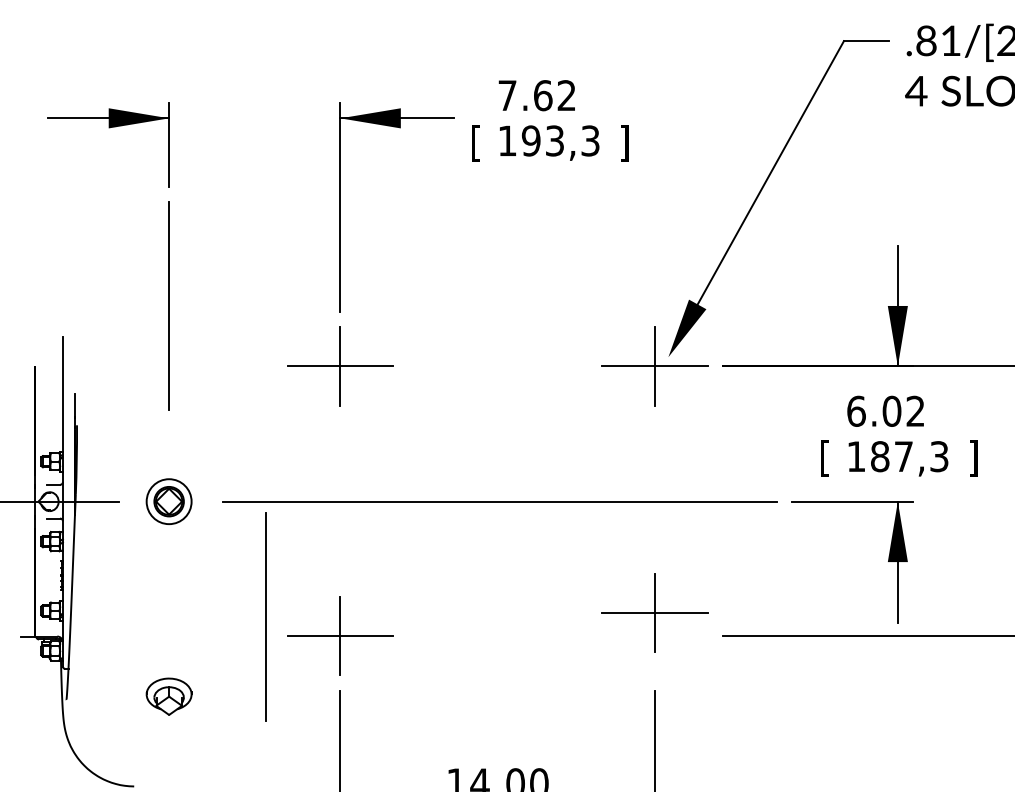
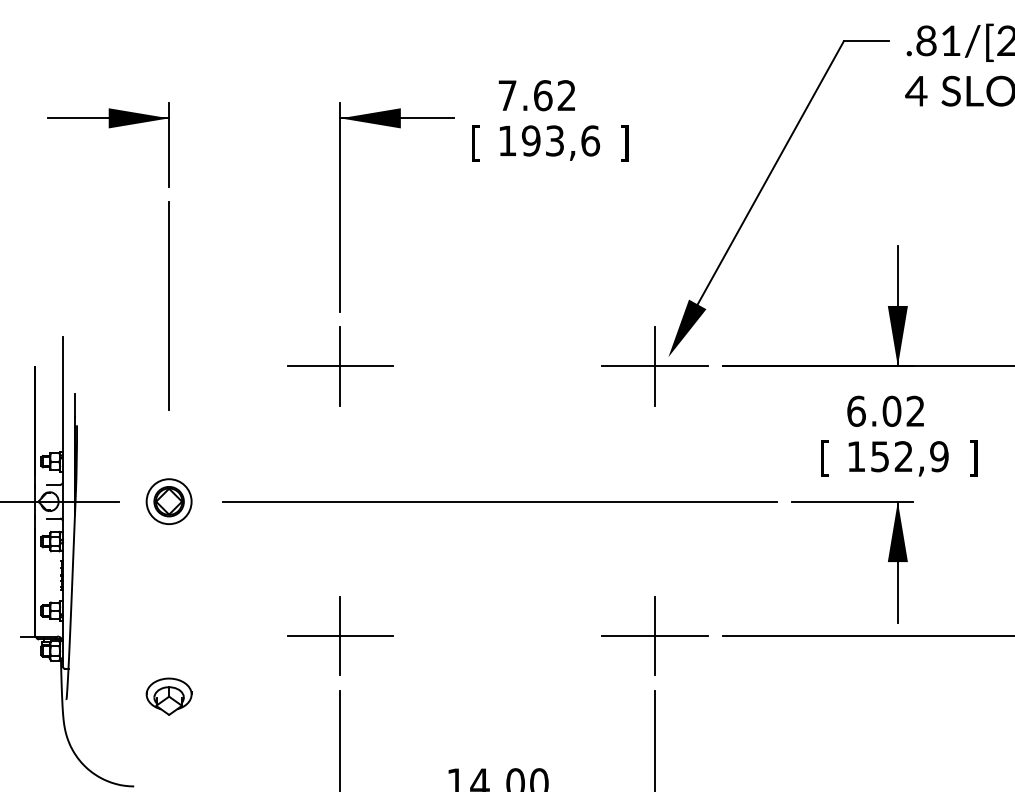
text at (590, 140): 193,3 -> 193,6
text at (909, 456): 187,3 -> 152,9
part at (654, 612) position: (654, 612) -> (654, 635)
line at (265, 616): present -> none
